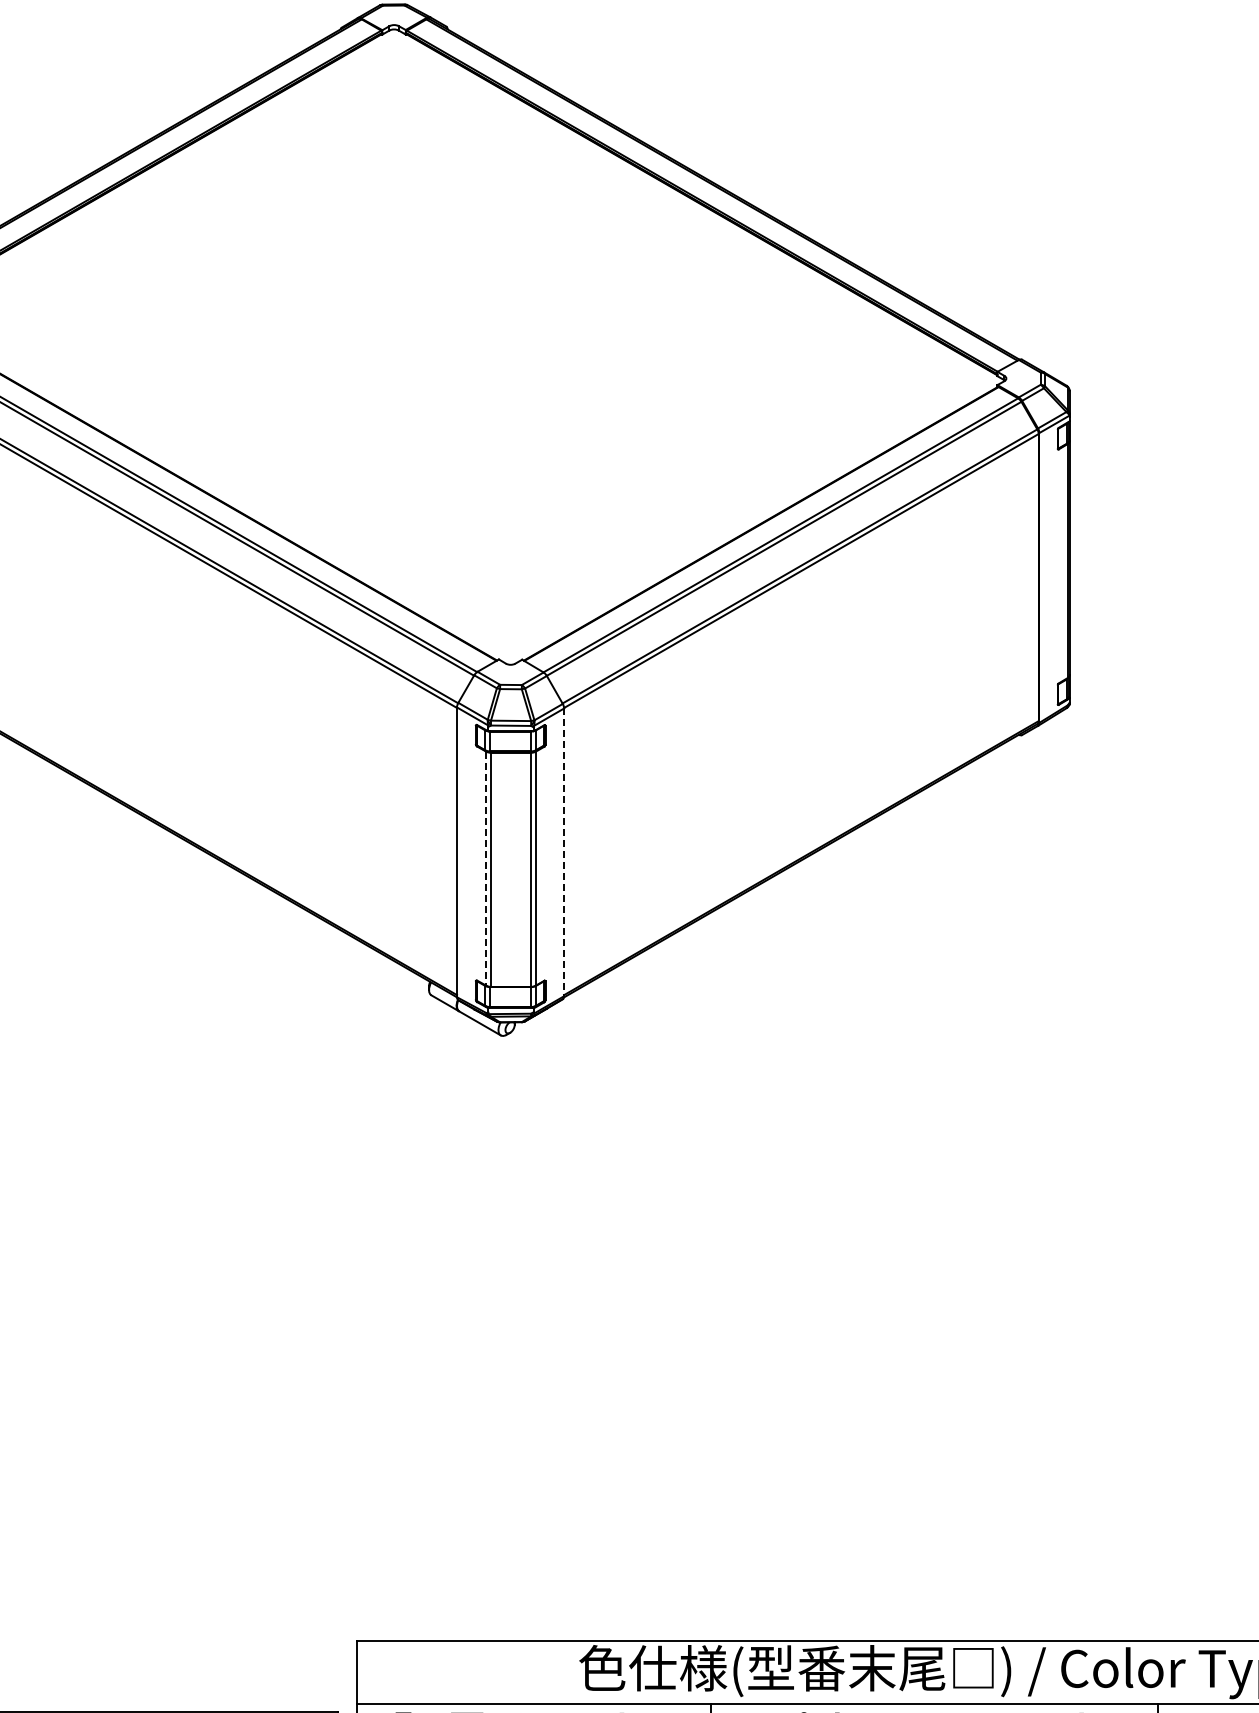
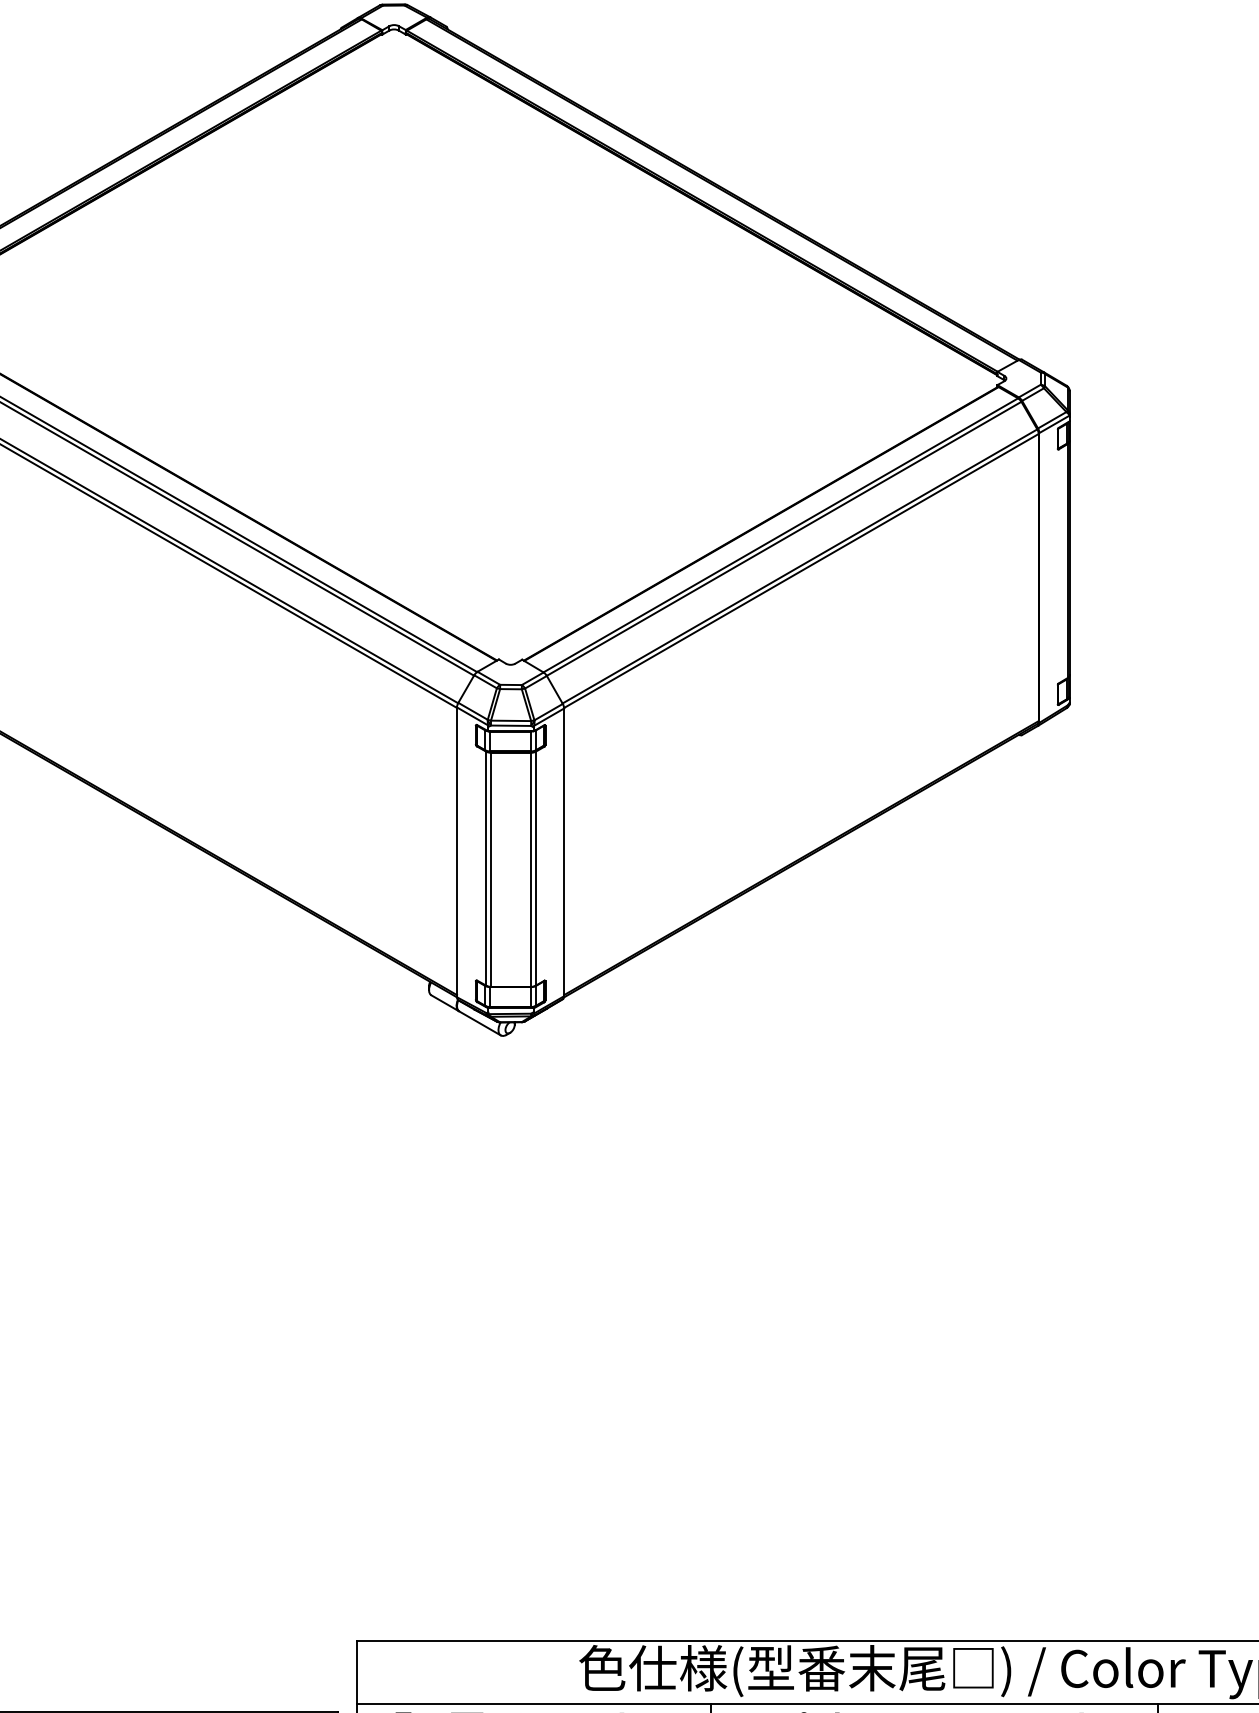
line at (564, 852): dashed -> solid
line at (486, 869): dashed -> solid
